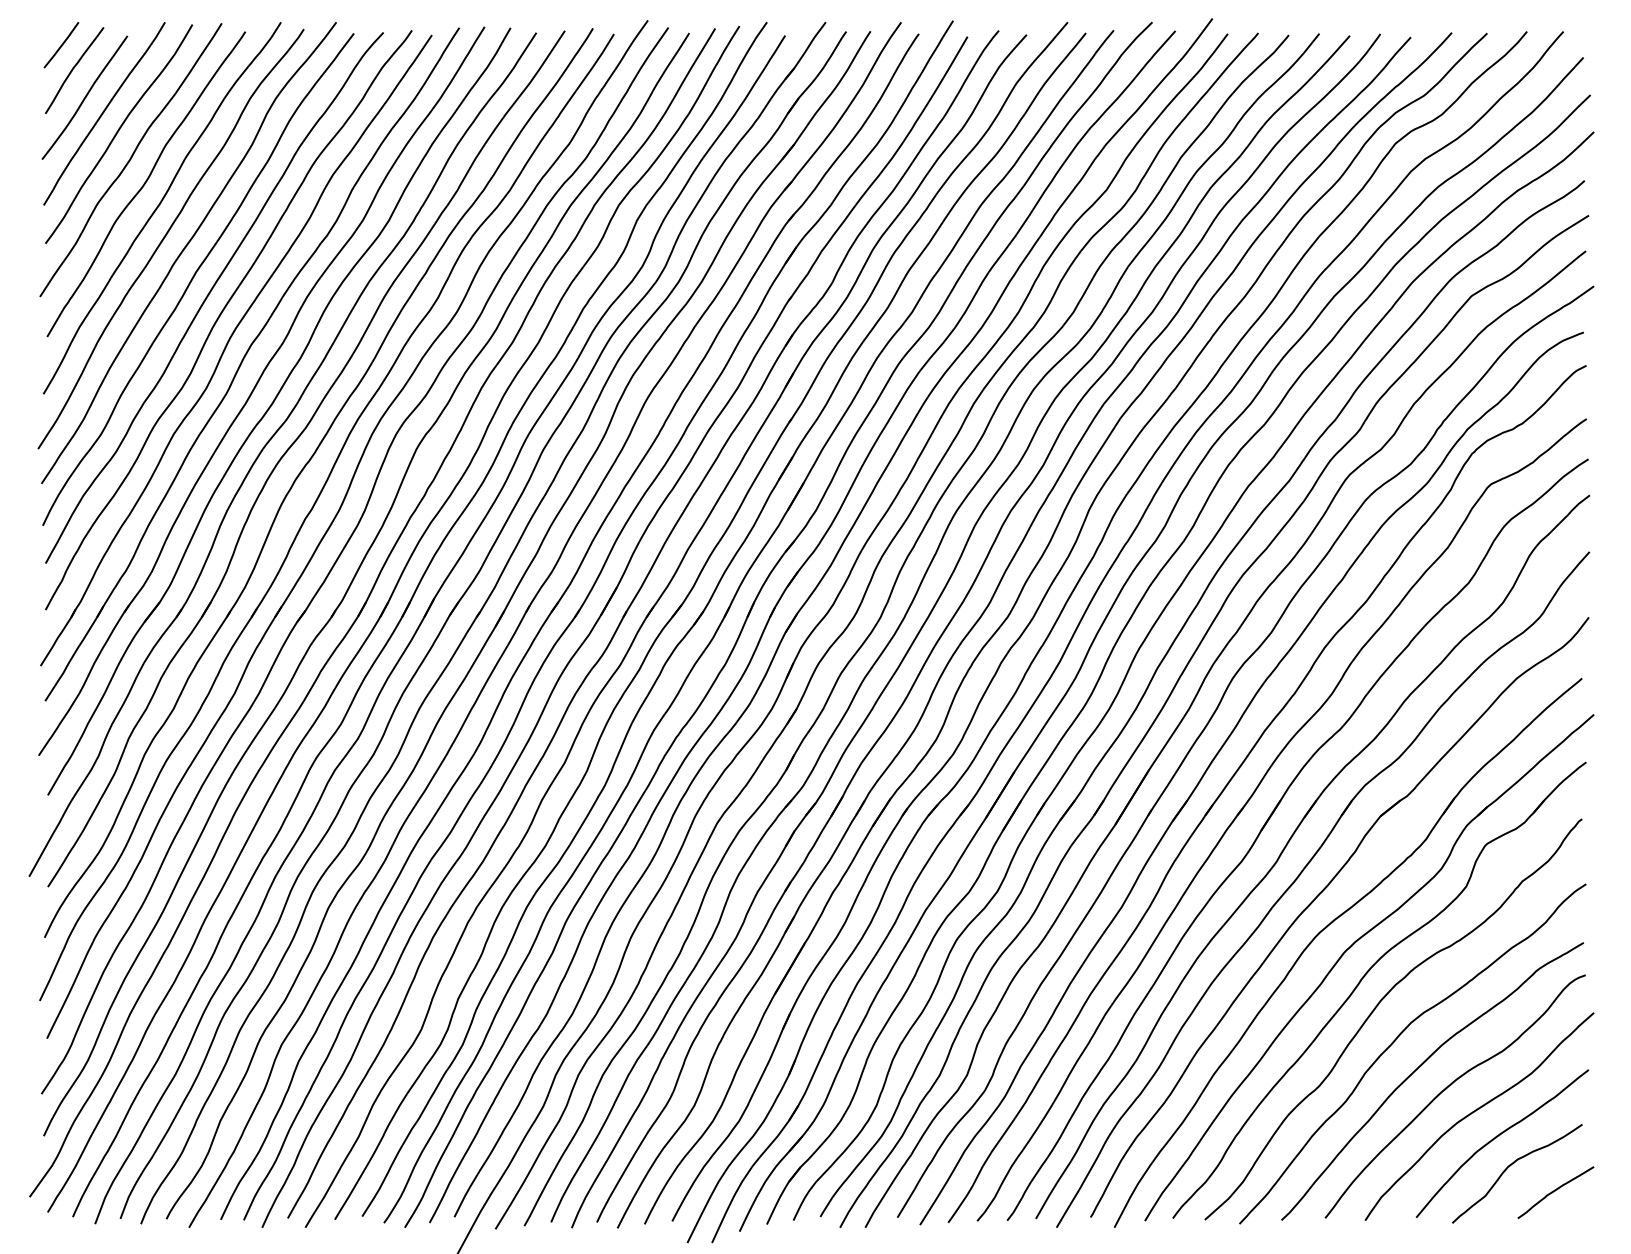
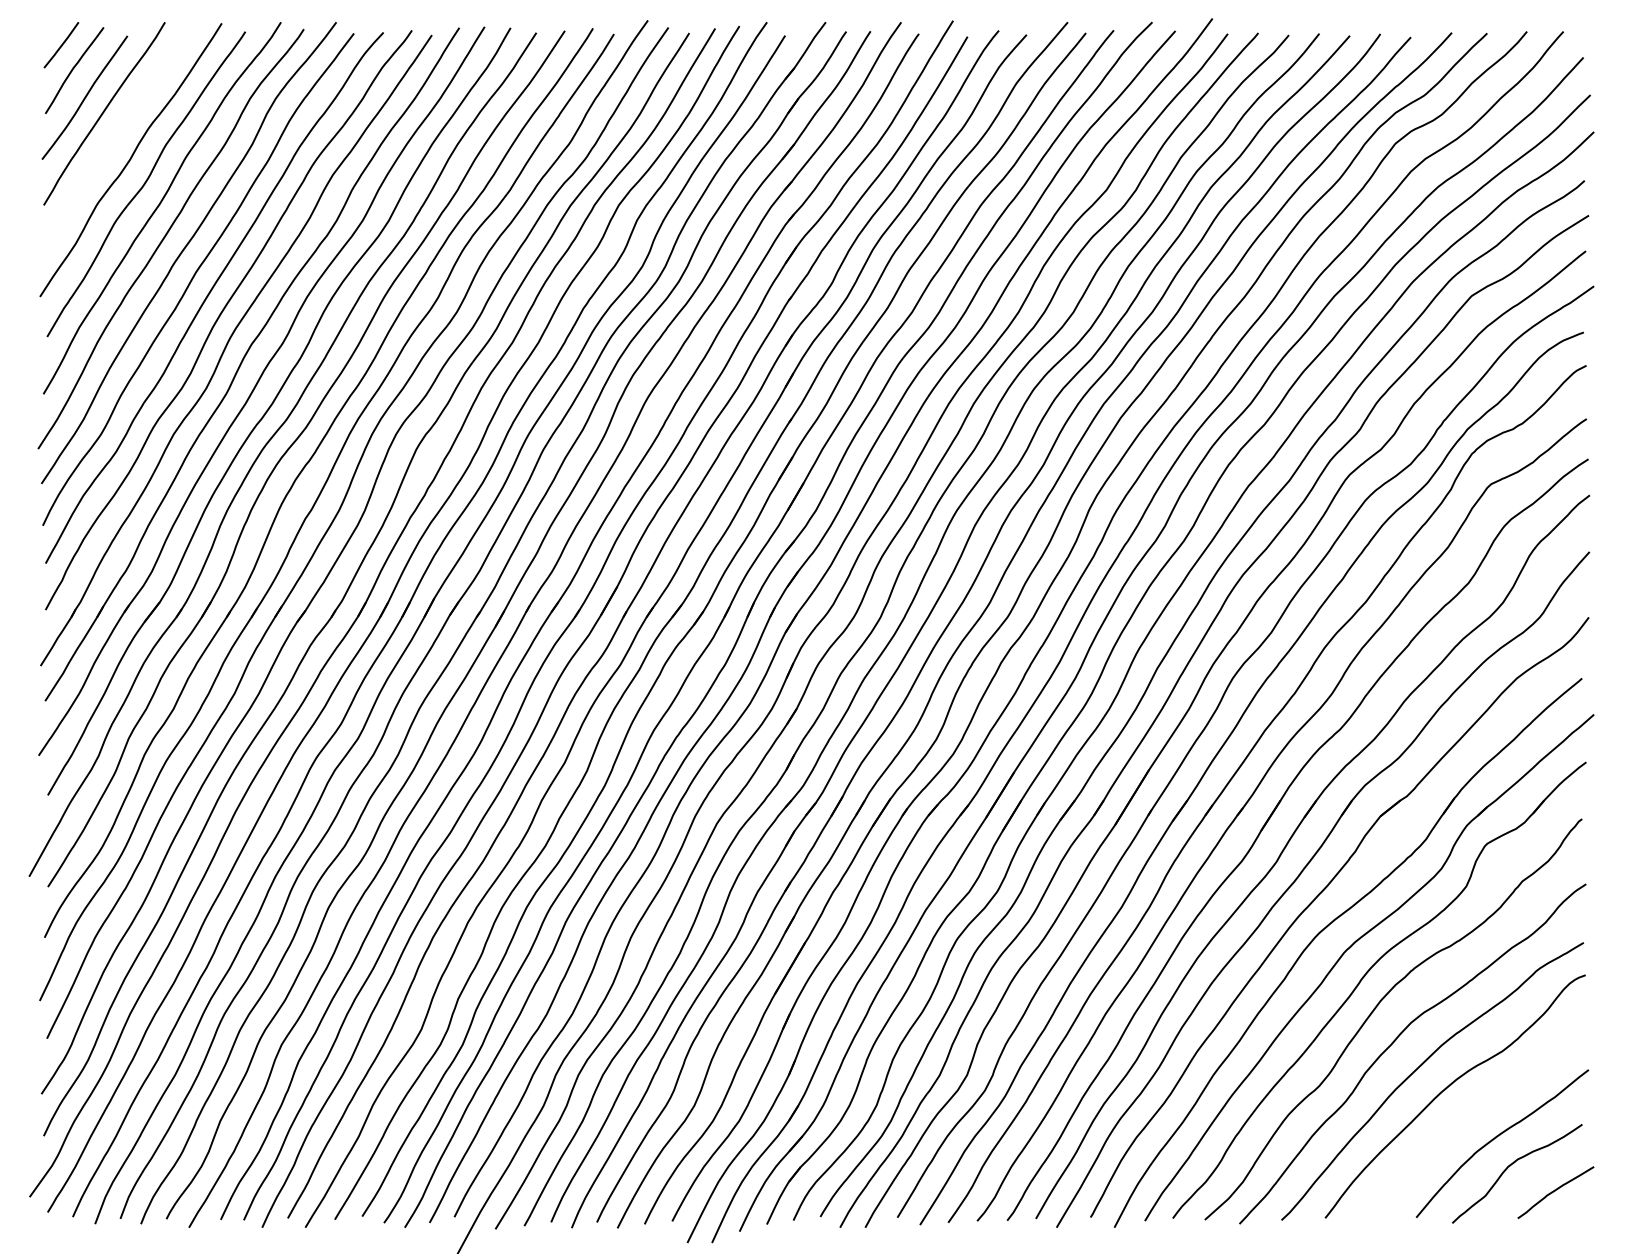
curve at (118, 132): present -> none
curve at (1476, 1111): present -> none
